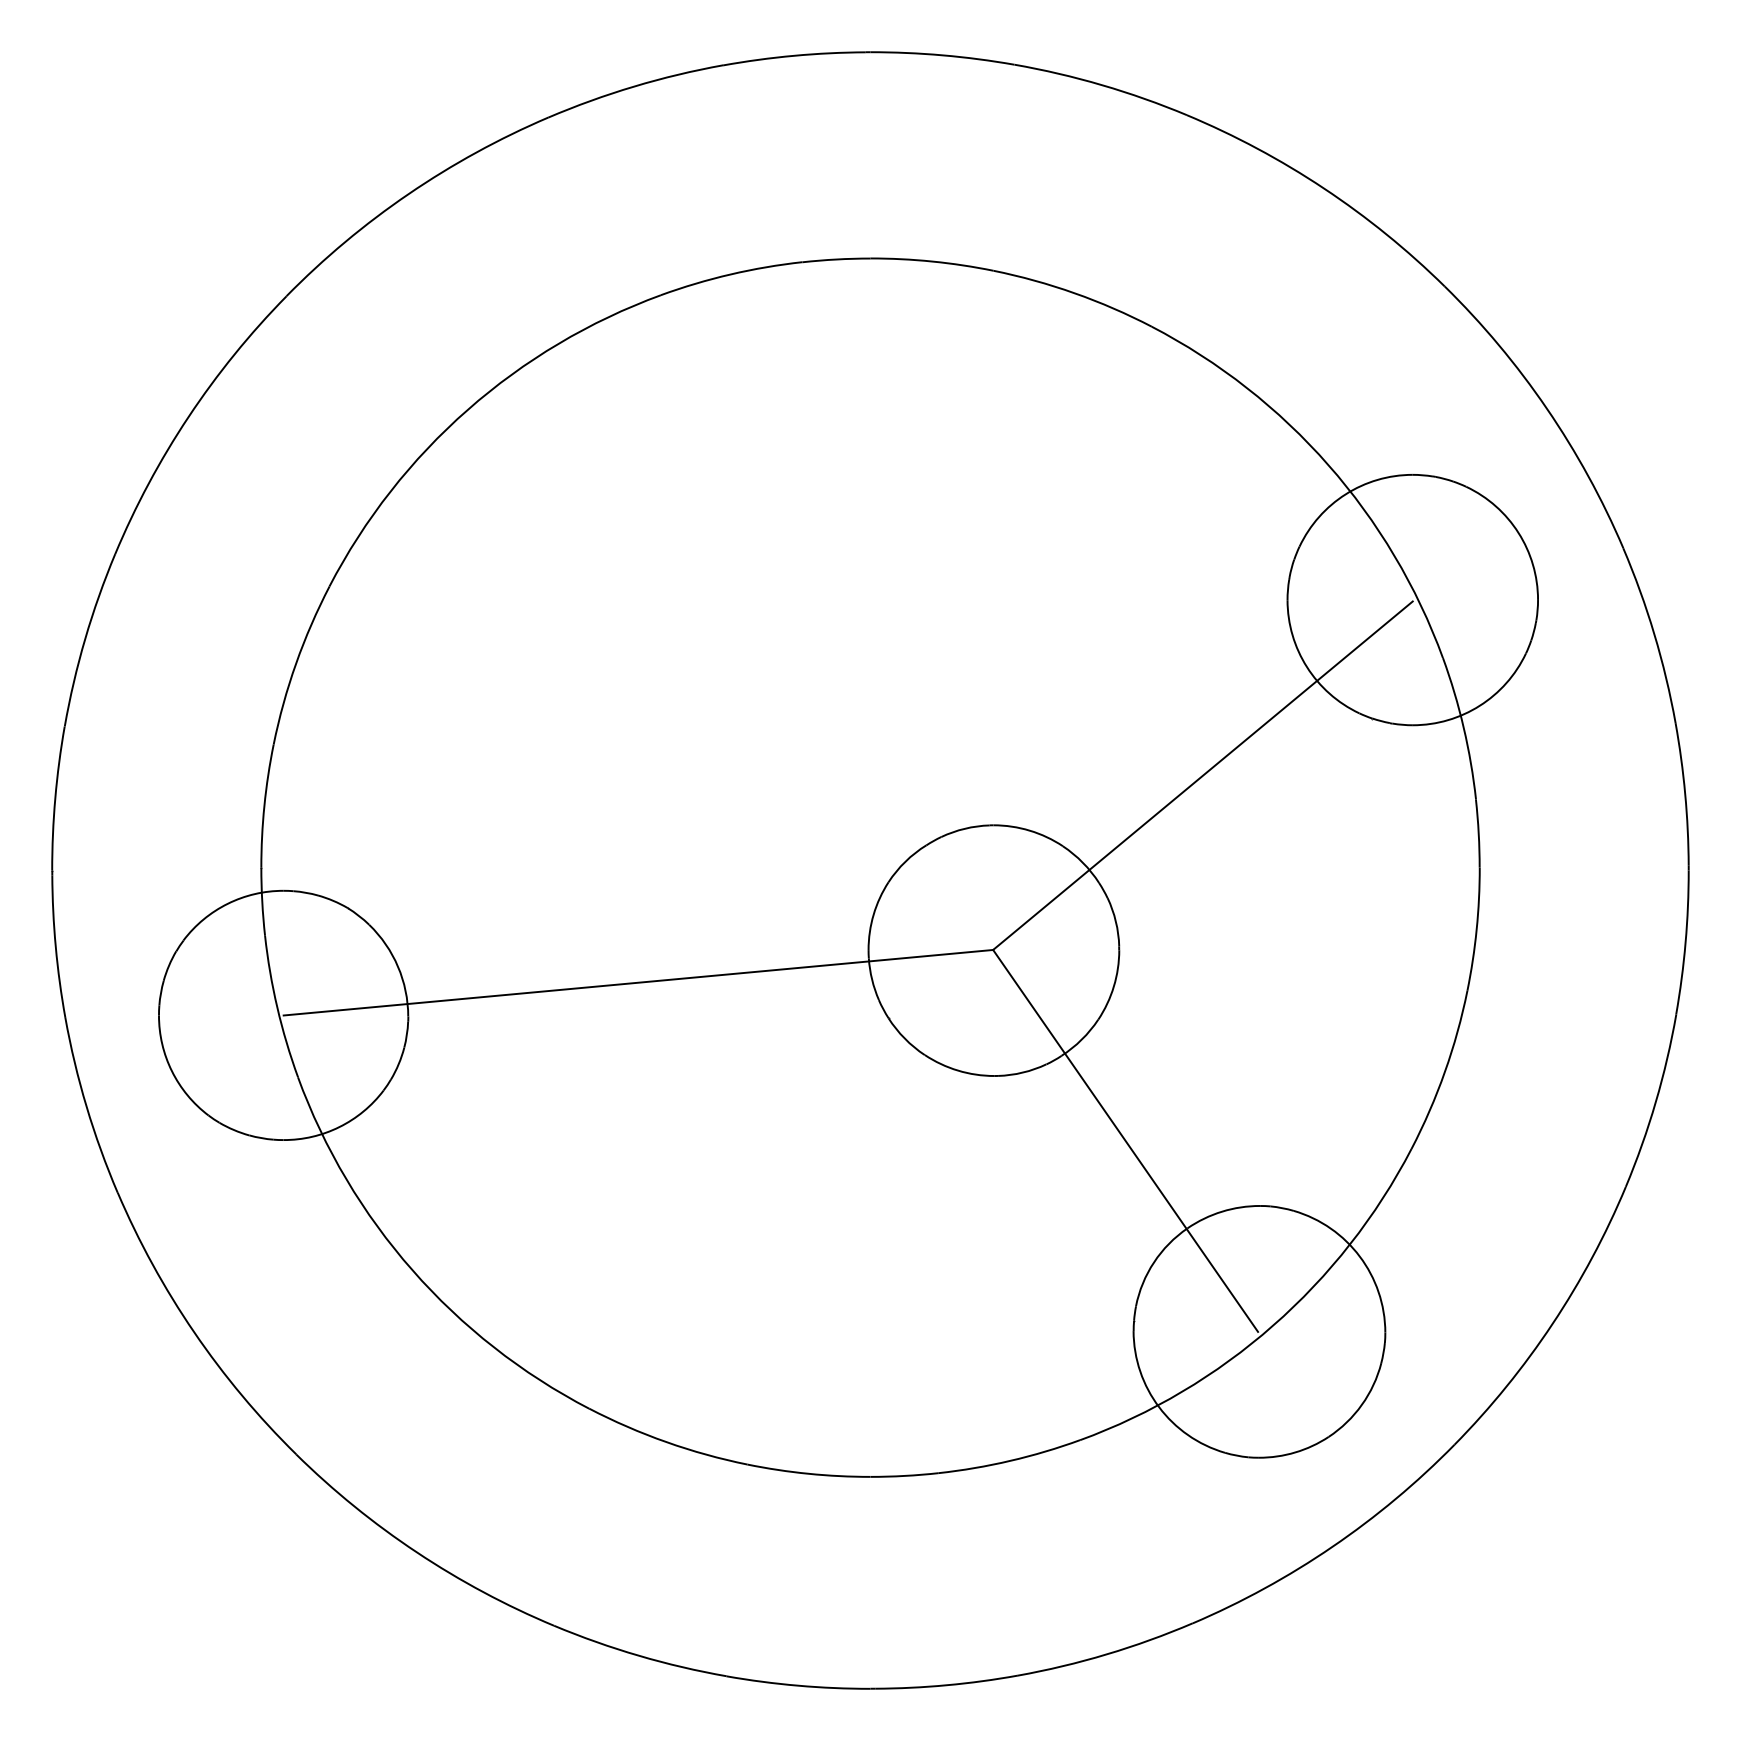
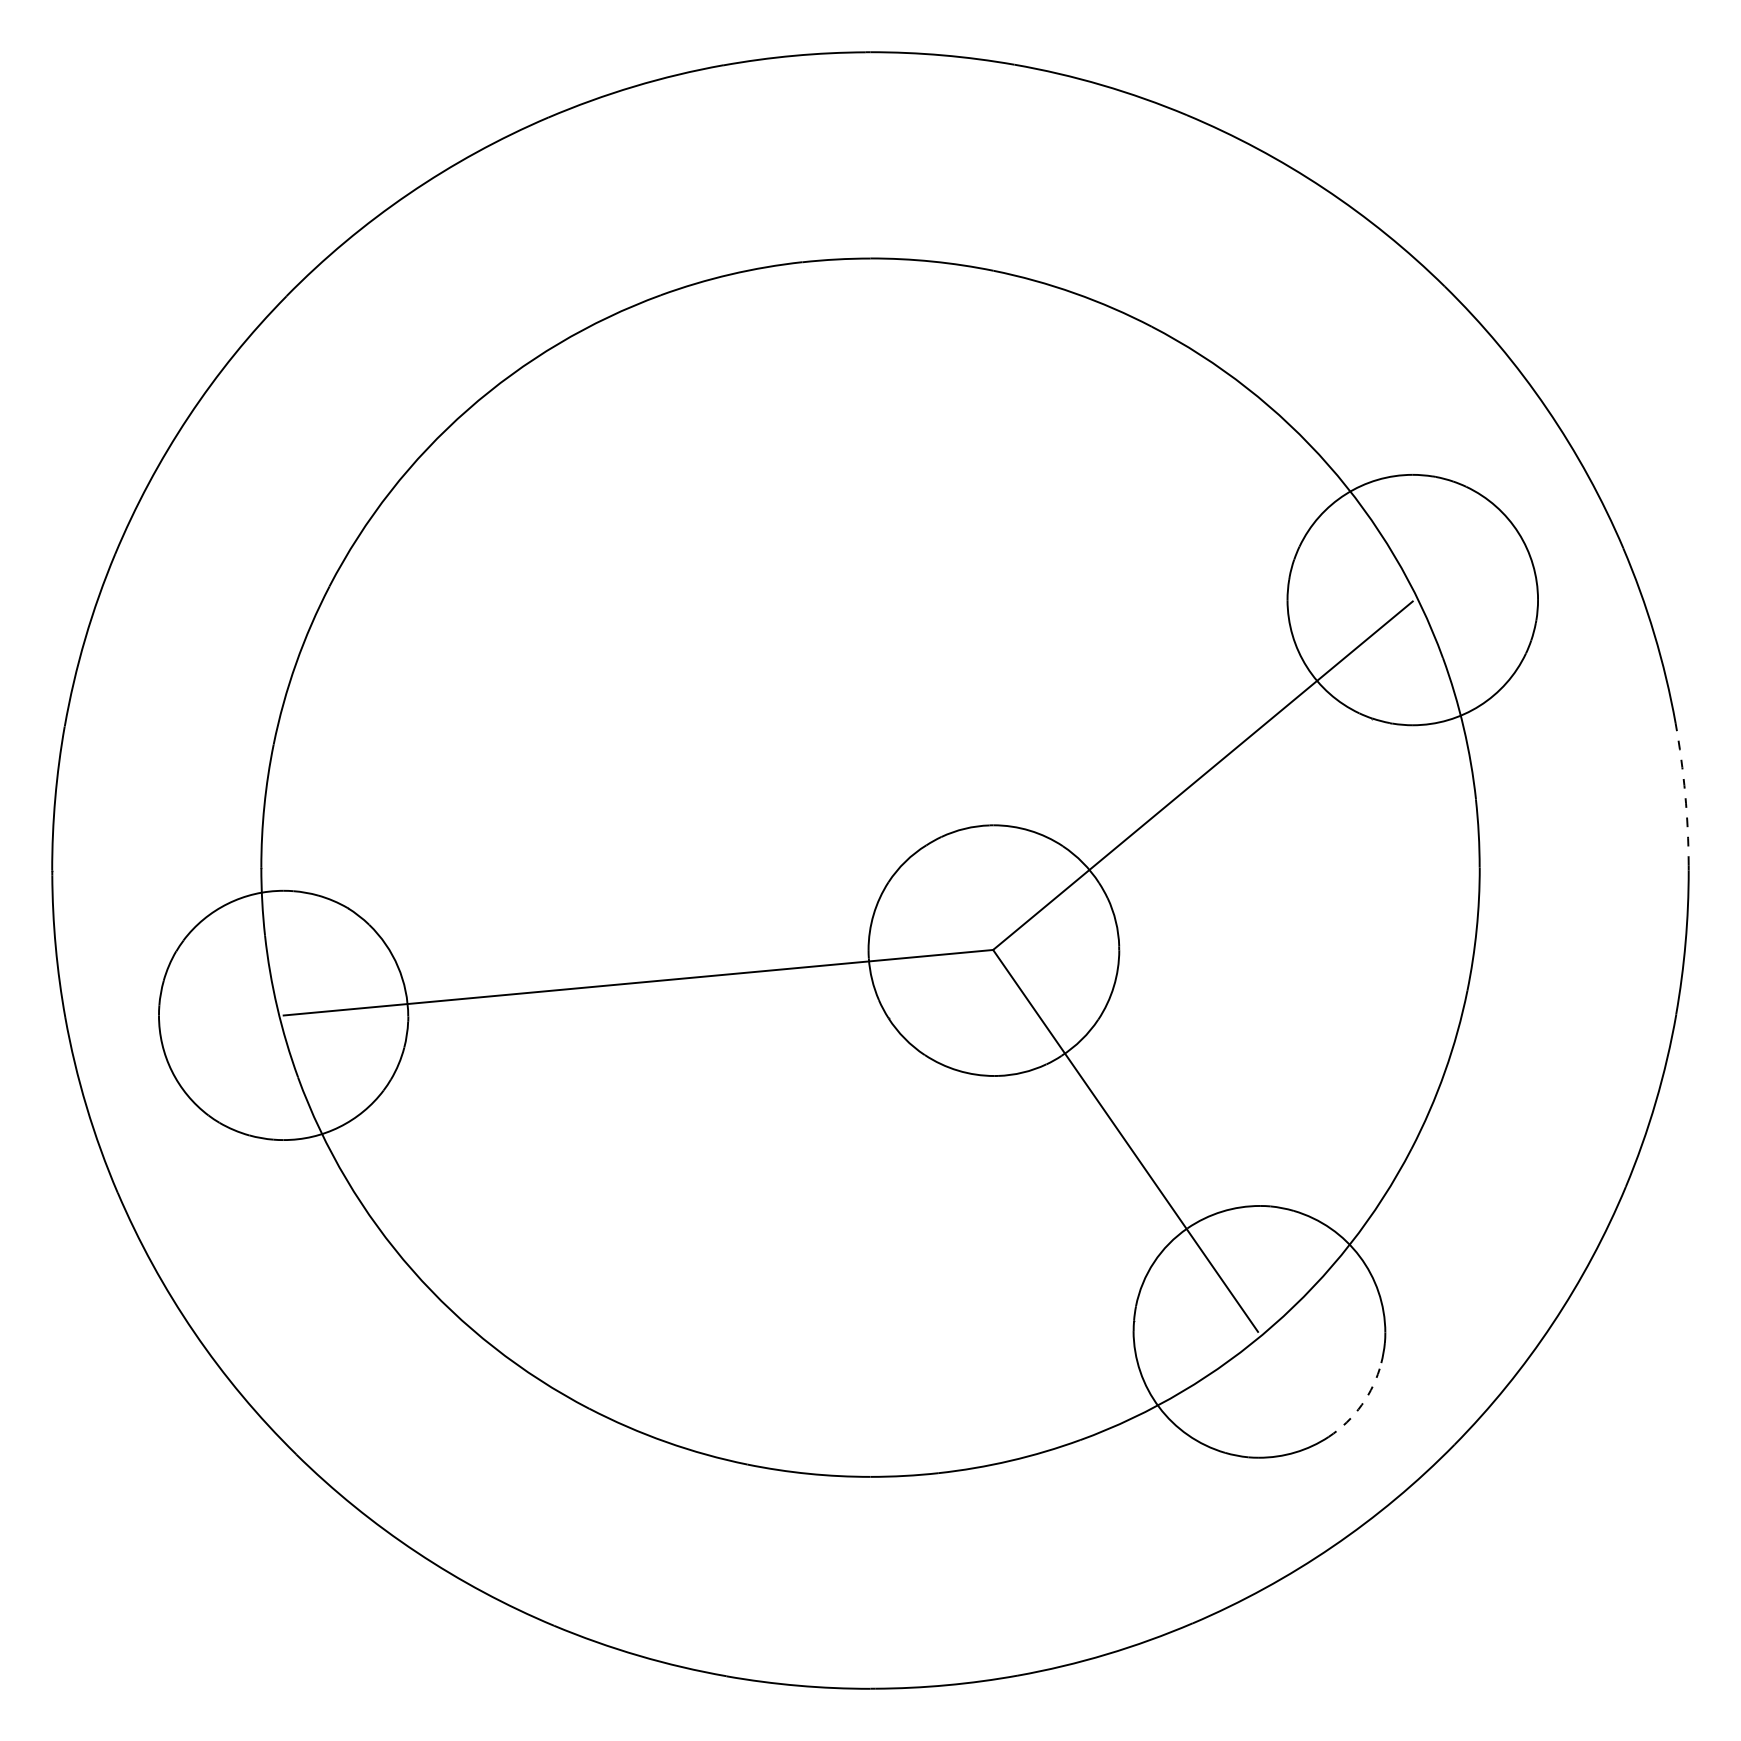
arc at (1685, 794): solid -> dashed
arc at (1361, 1404): solid -> dashed
